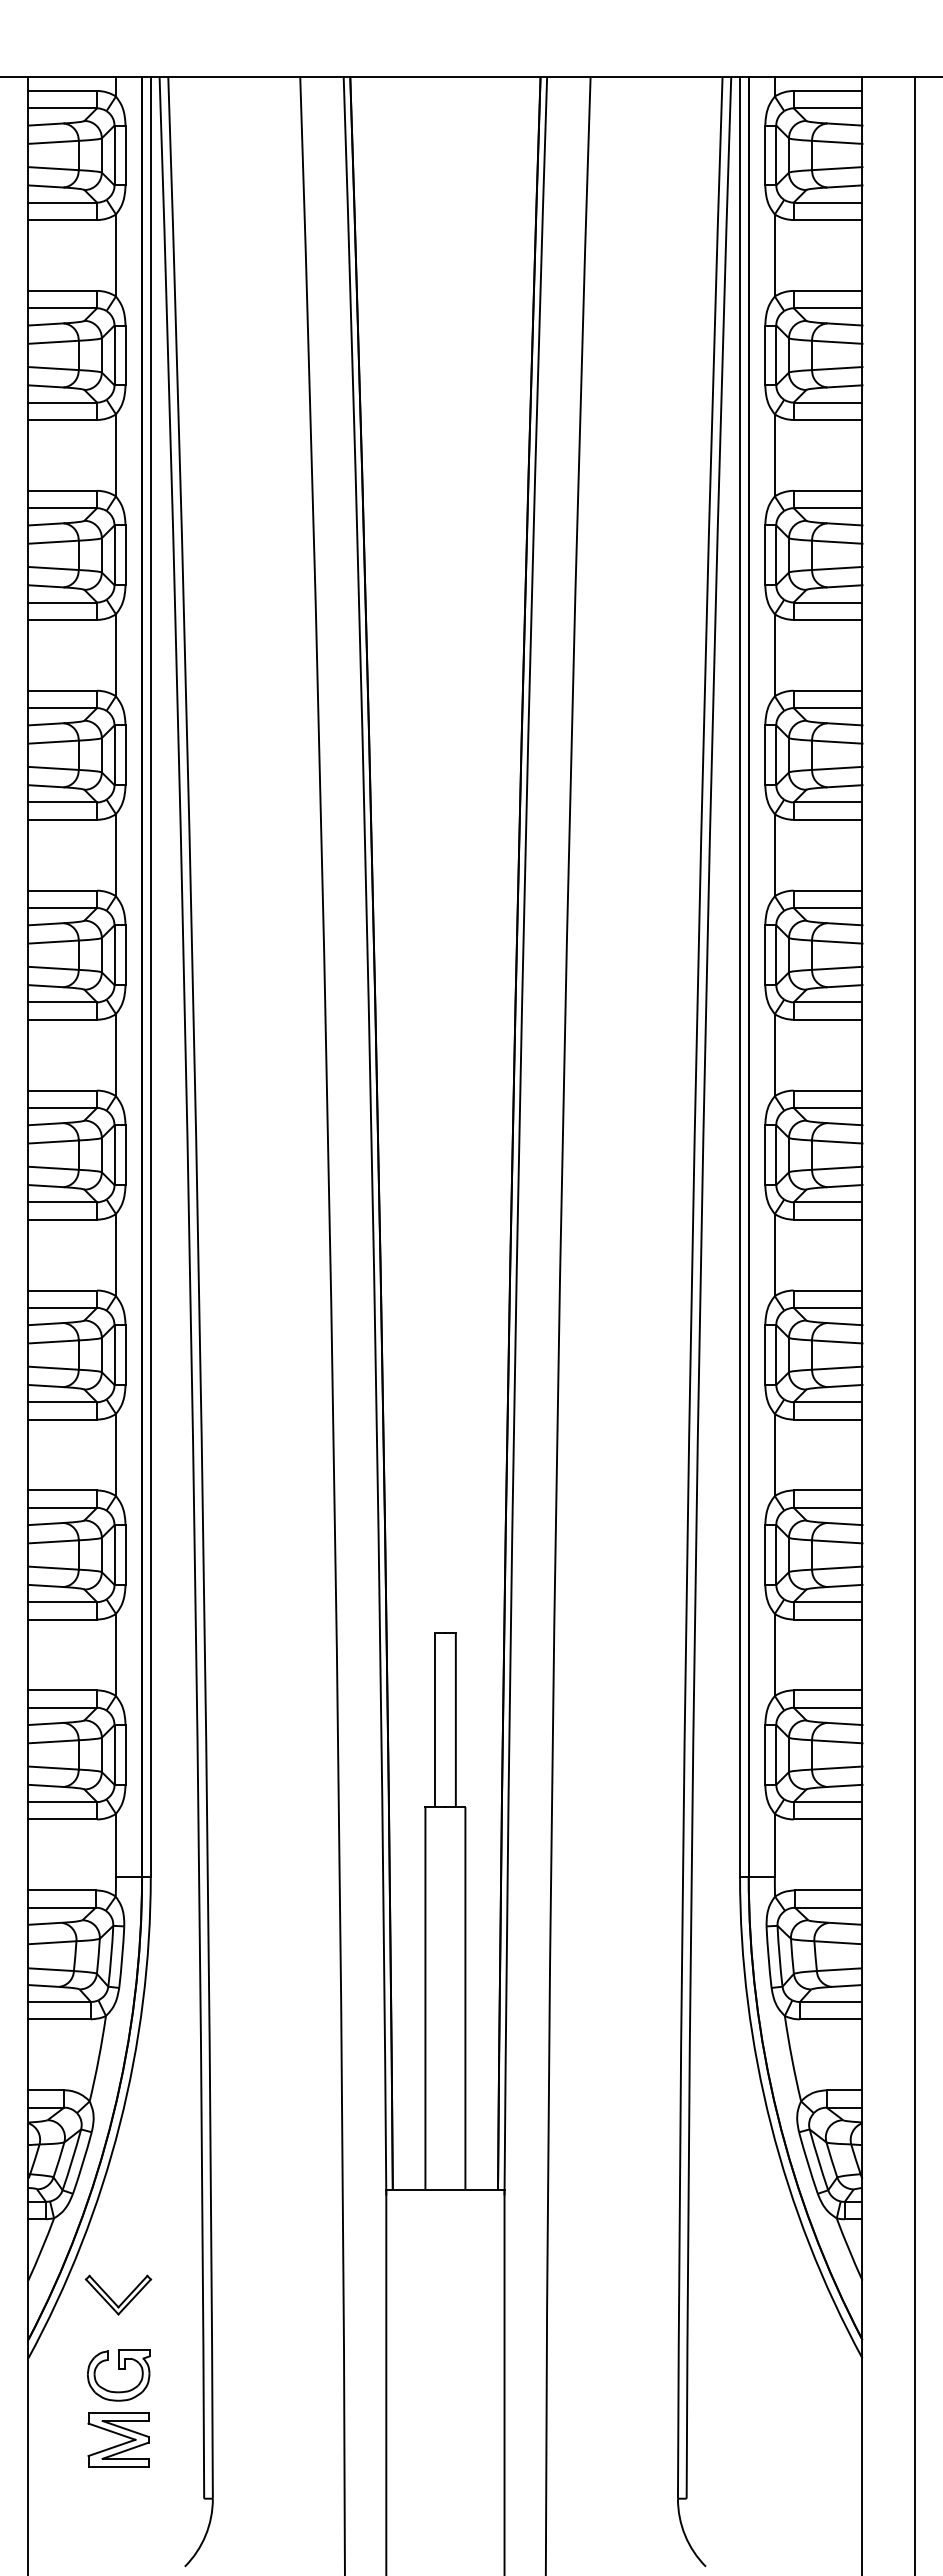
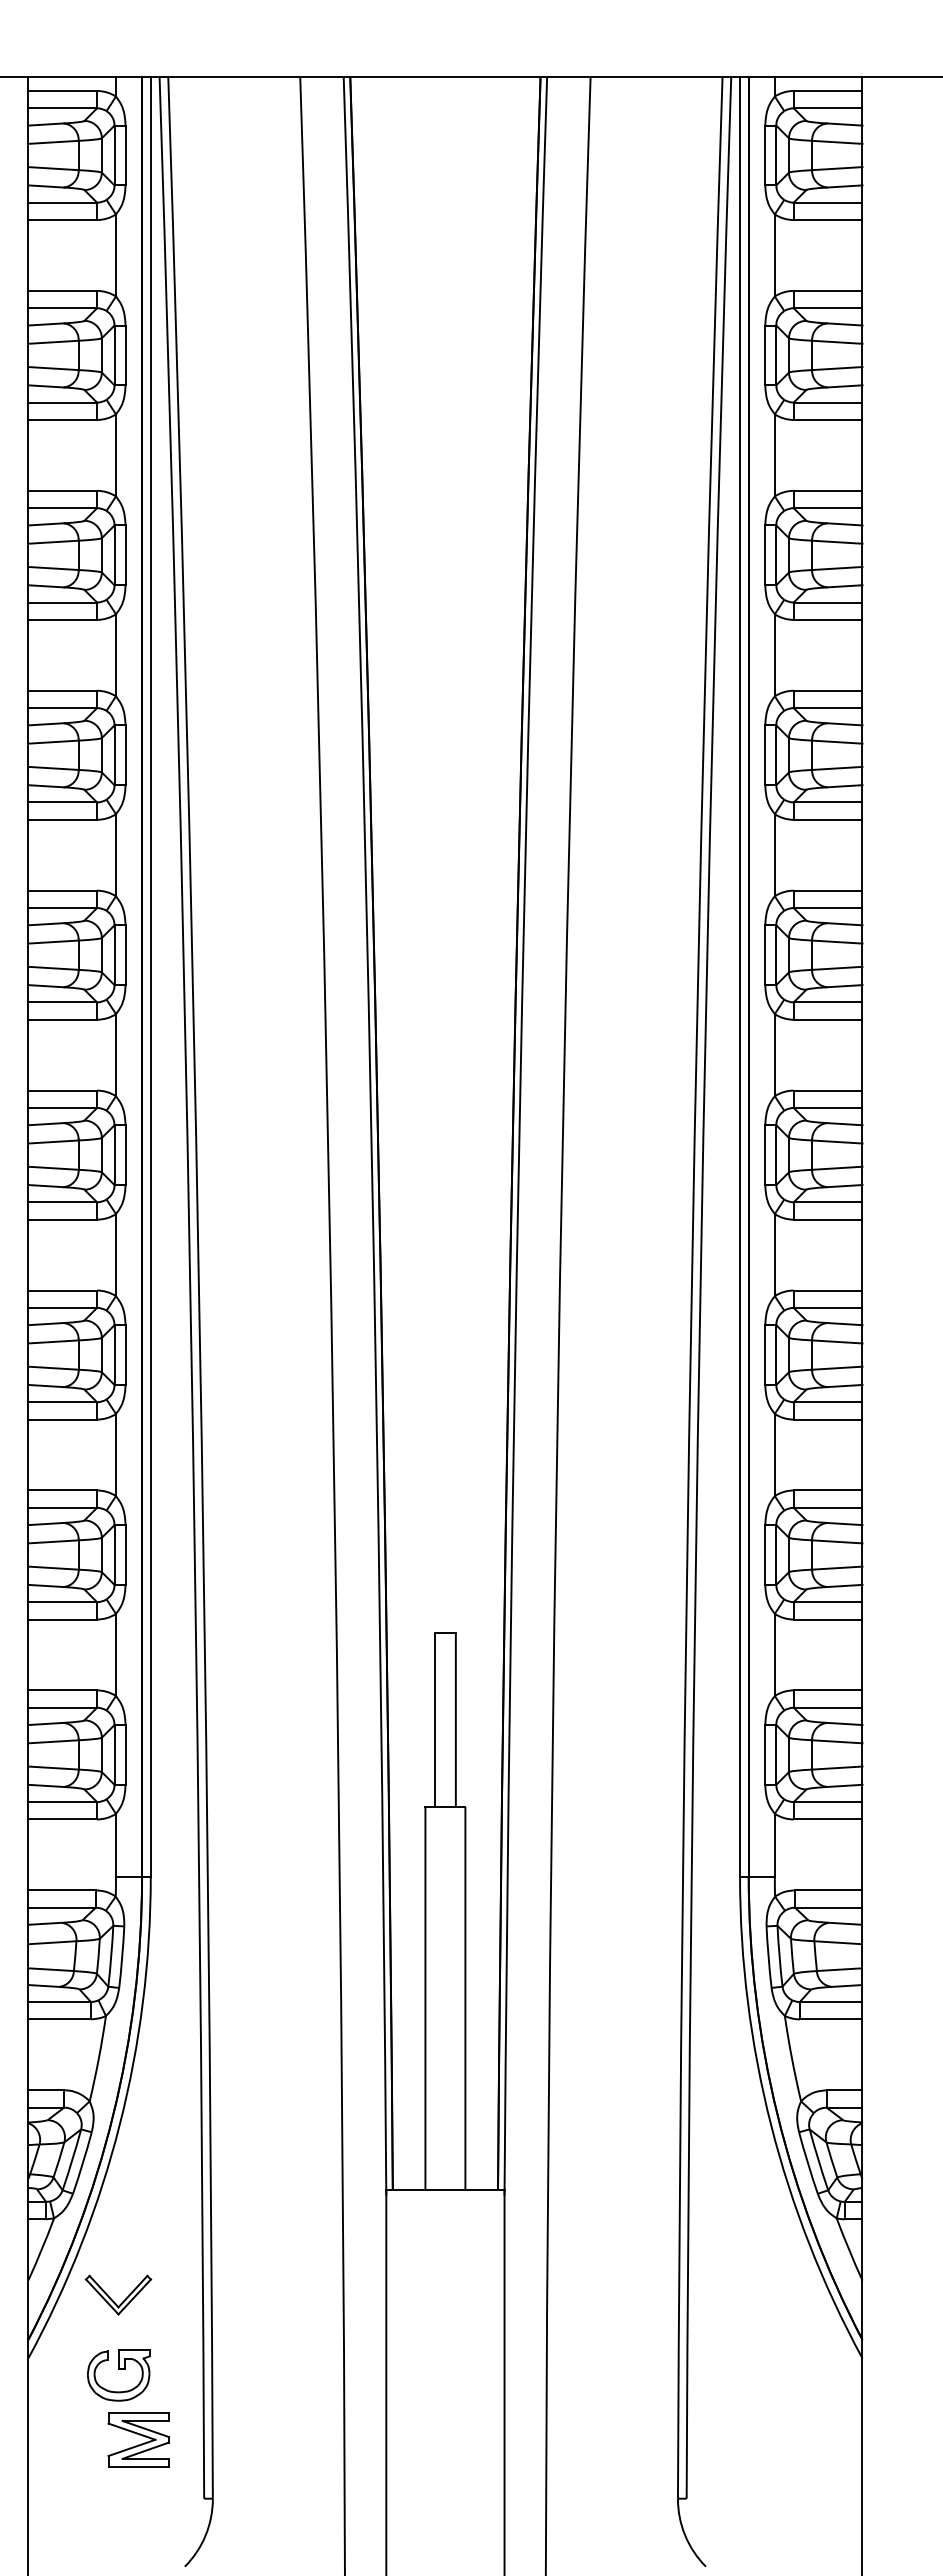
line at (914, 1324): present -> none
part at (118, 2439) position: (118, 2439) -> (138, 2439)
